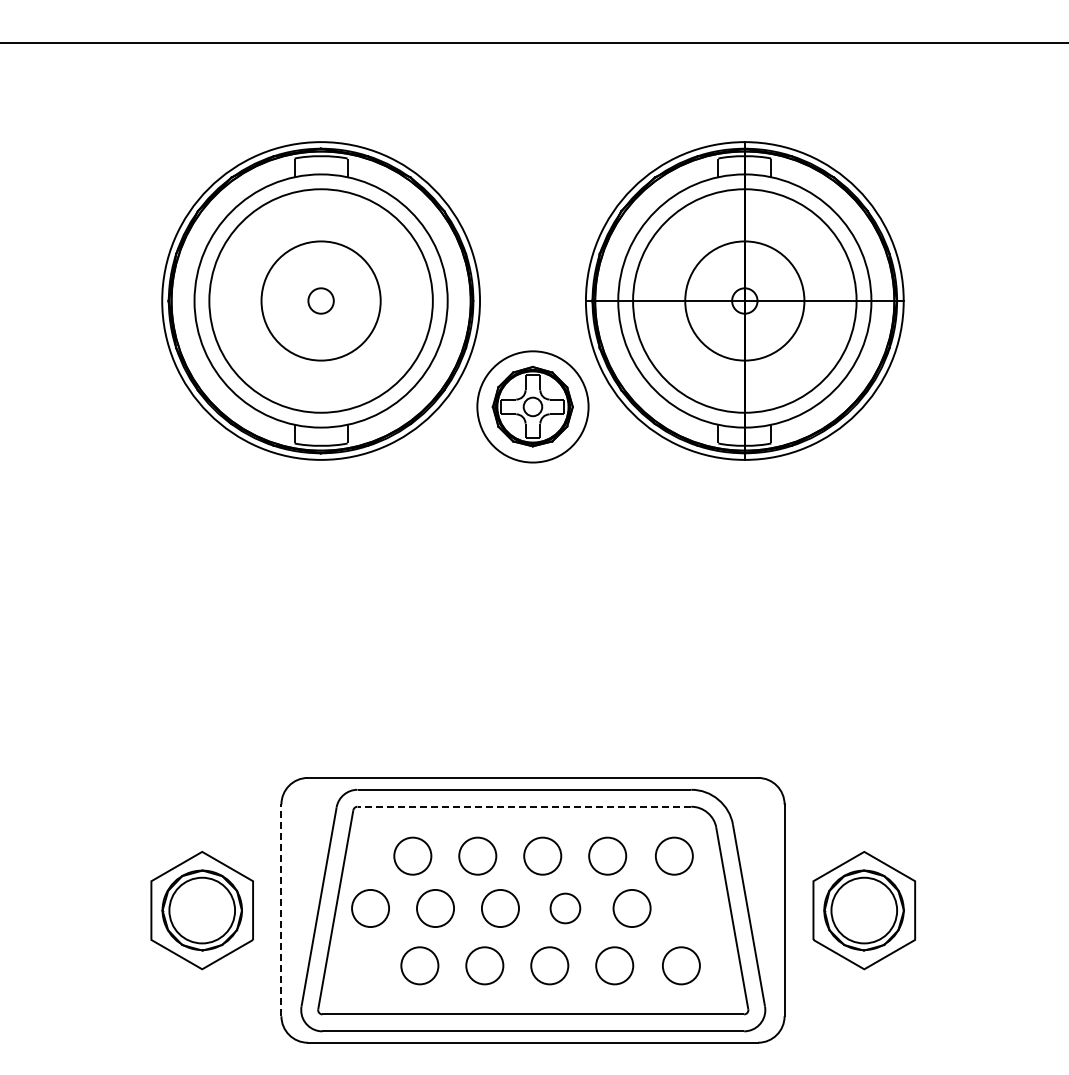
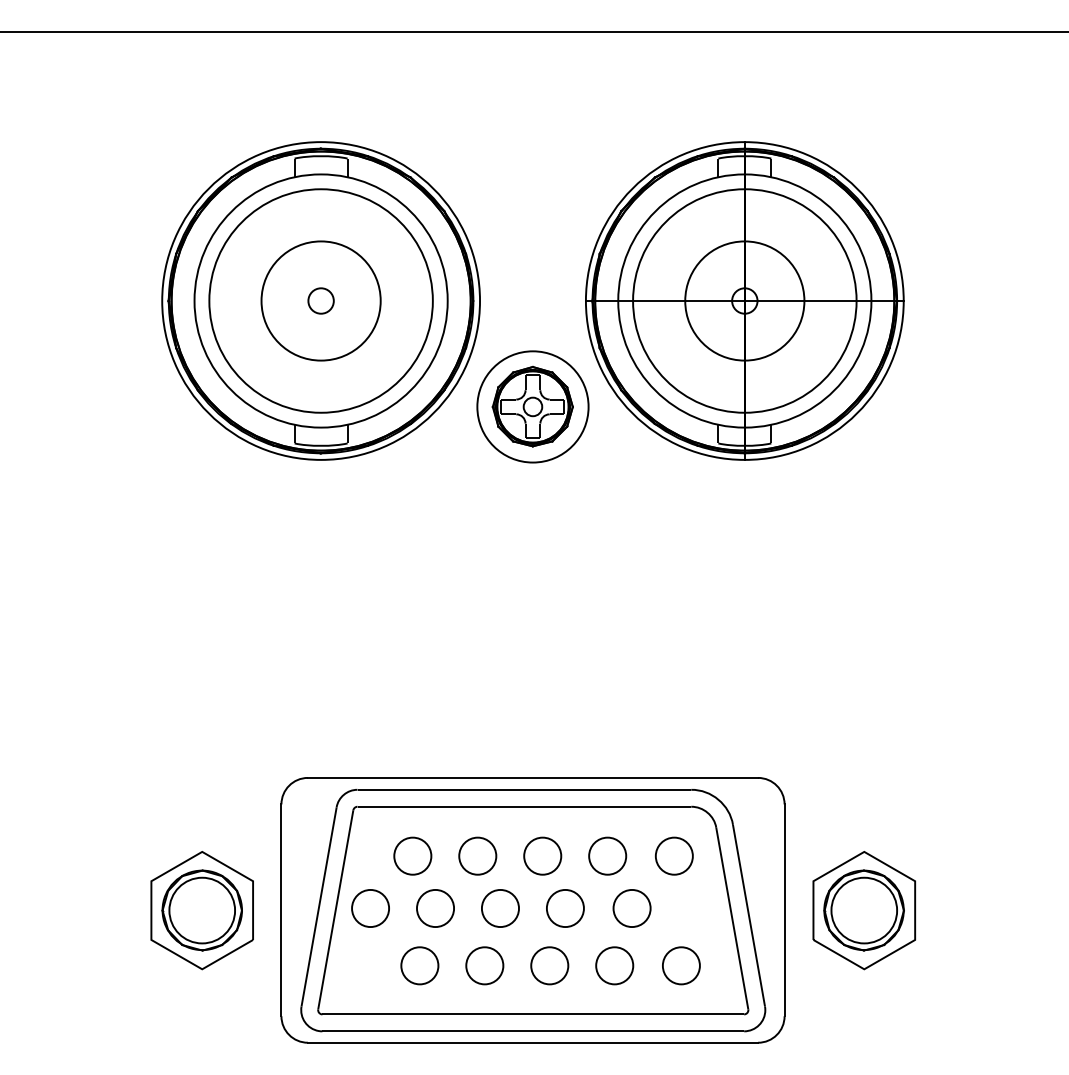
line at (533, 43) position: (533, 43) -> (533, 32)
line at (524, 806): dashed -> solid
part at (565, 908) size: 33x33 px -> 39x39 px
line at (281, 910): dashed -> solid
